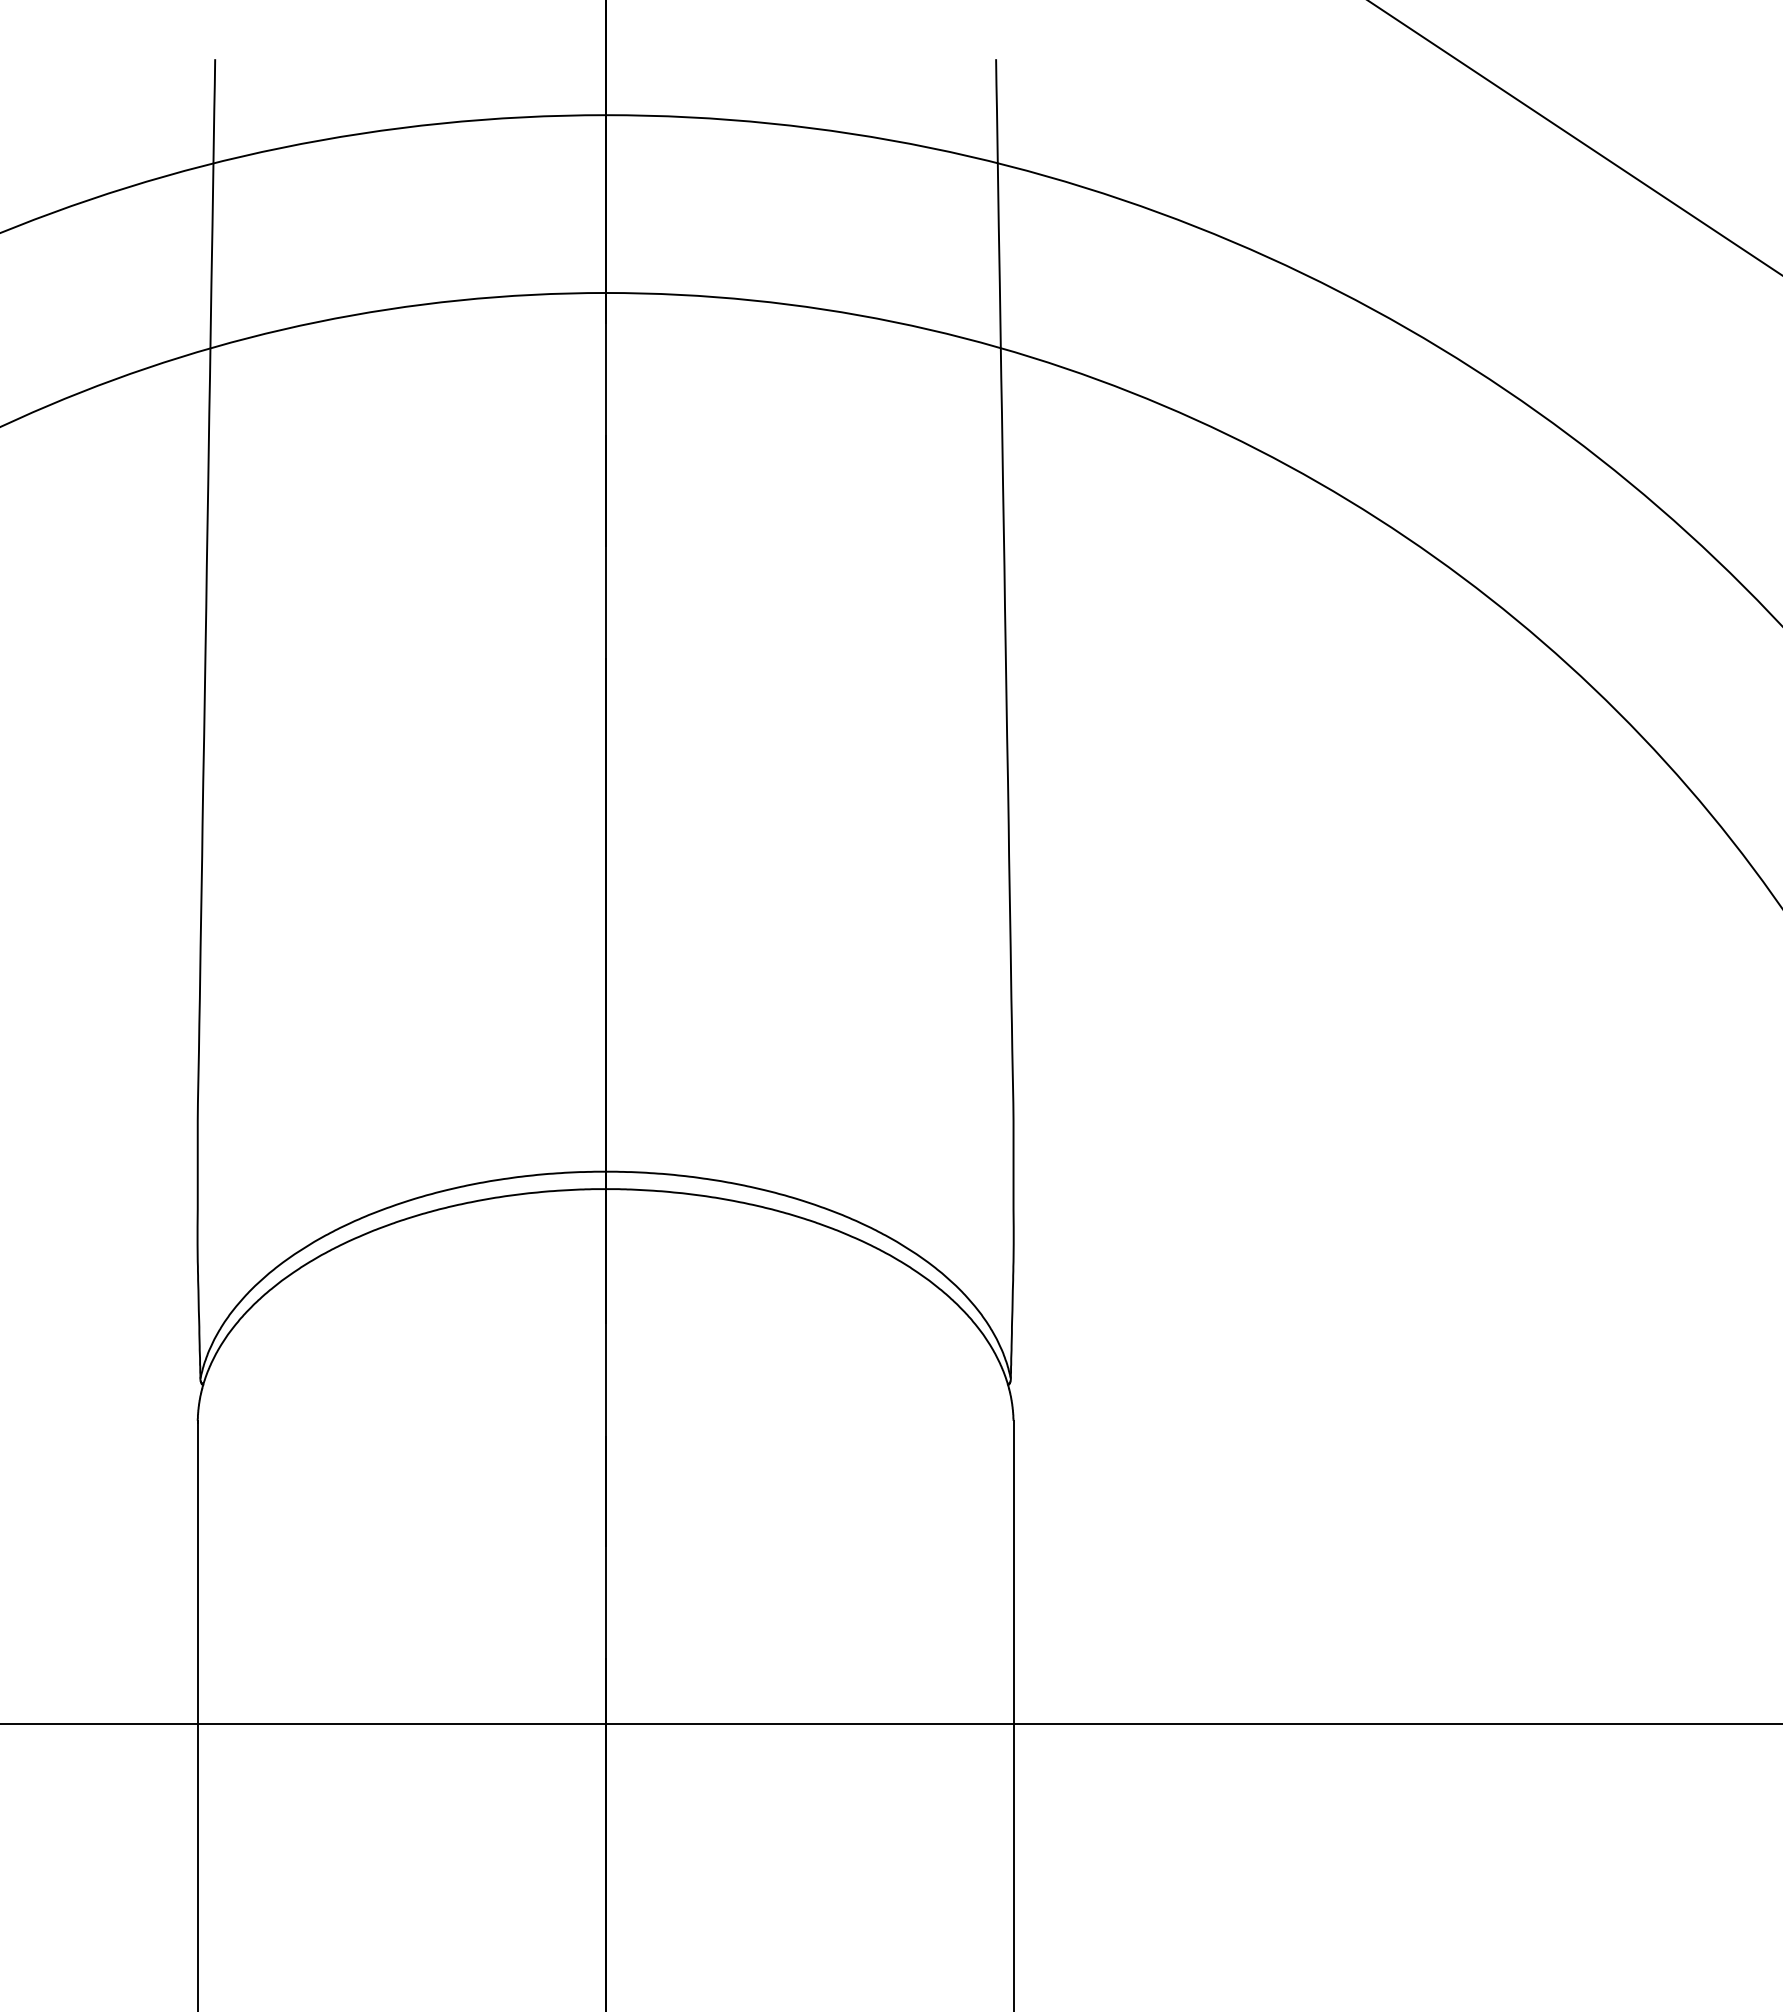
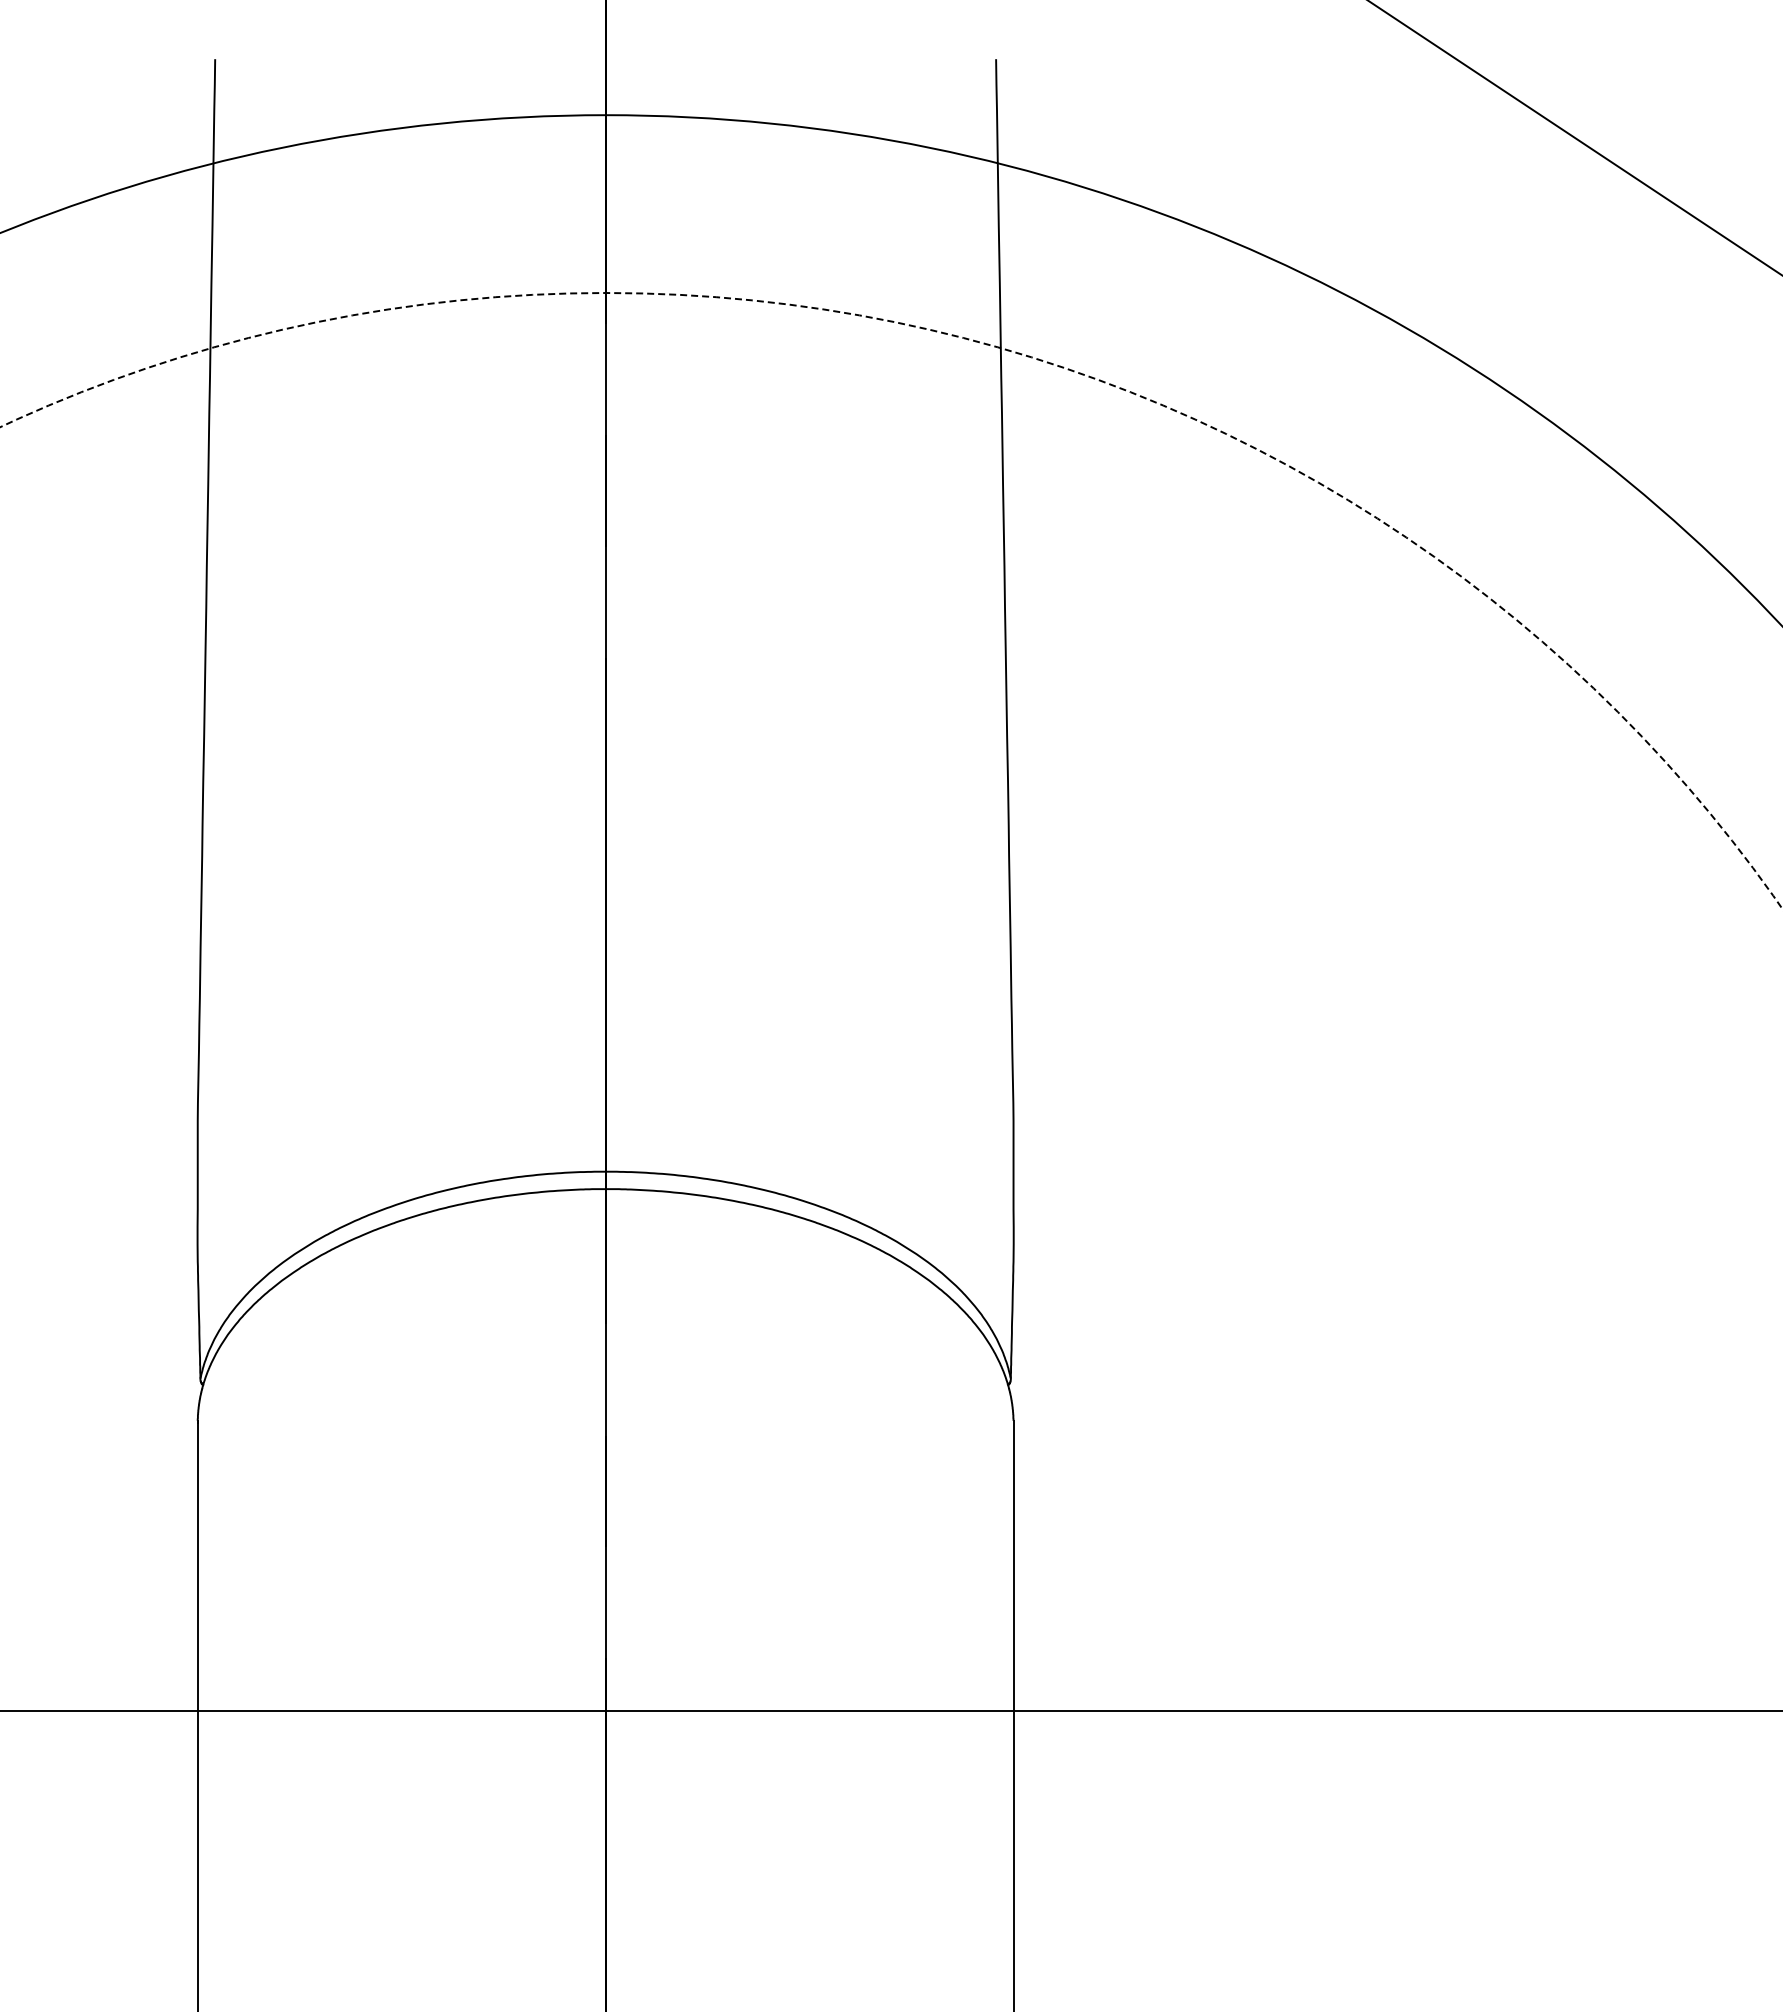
circle at (891, 601): solid -> dashed
line at (890, 1724) position: (890, 1724) -> (890, 1711)
